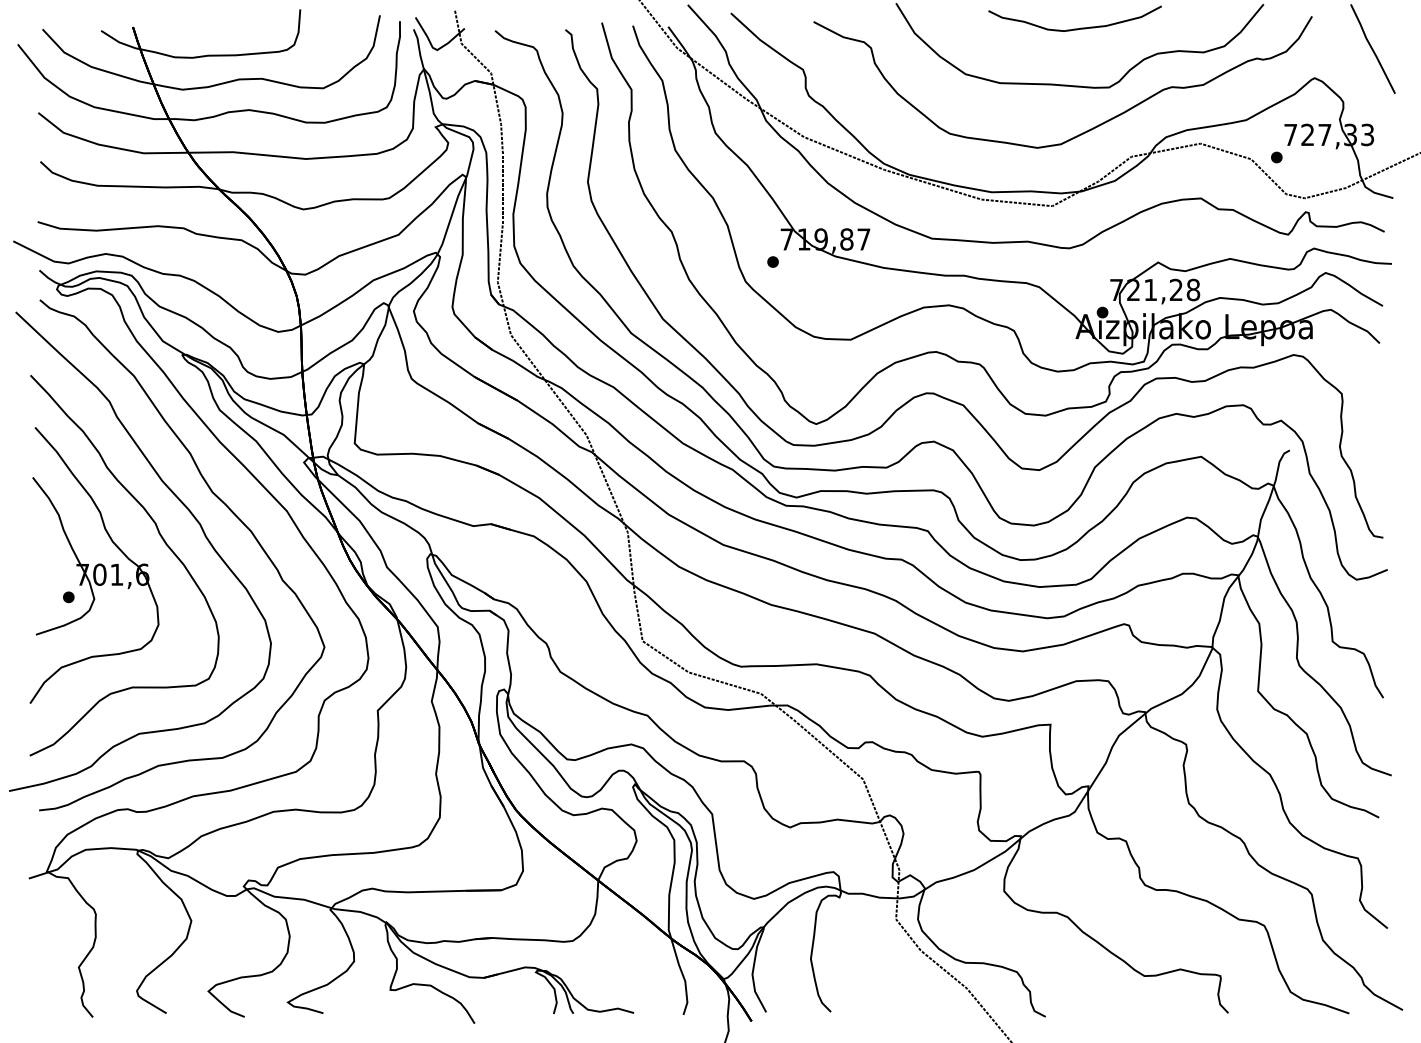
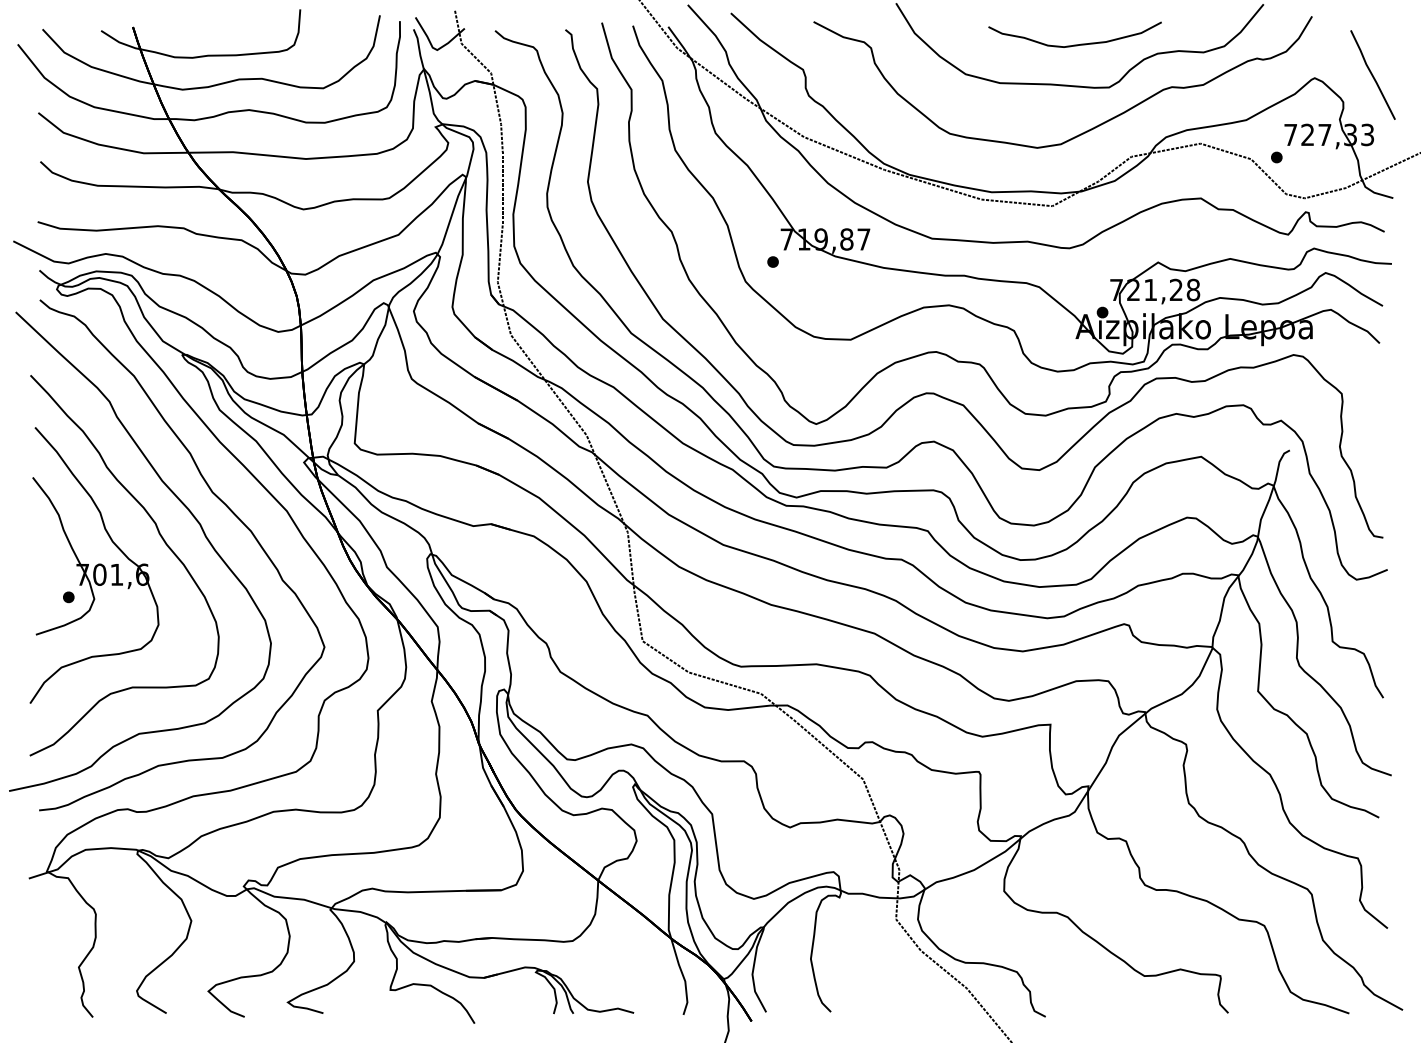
curve at (1074, 28) position: (1074, 28) -> (1074, 44)
line at (1372, 48) position: (1372, 48) -> (1372, 74)
